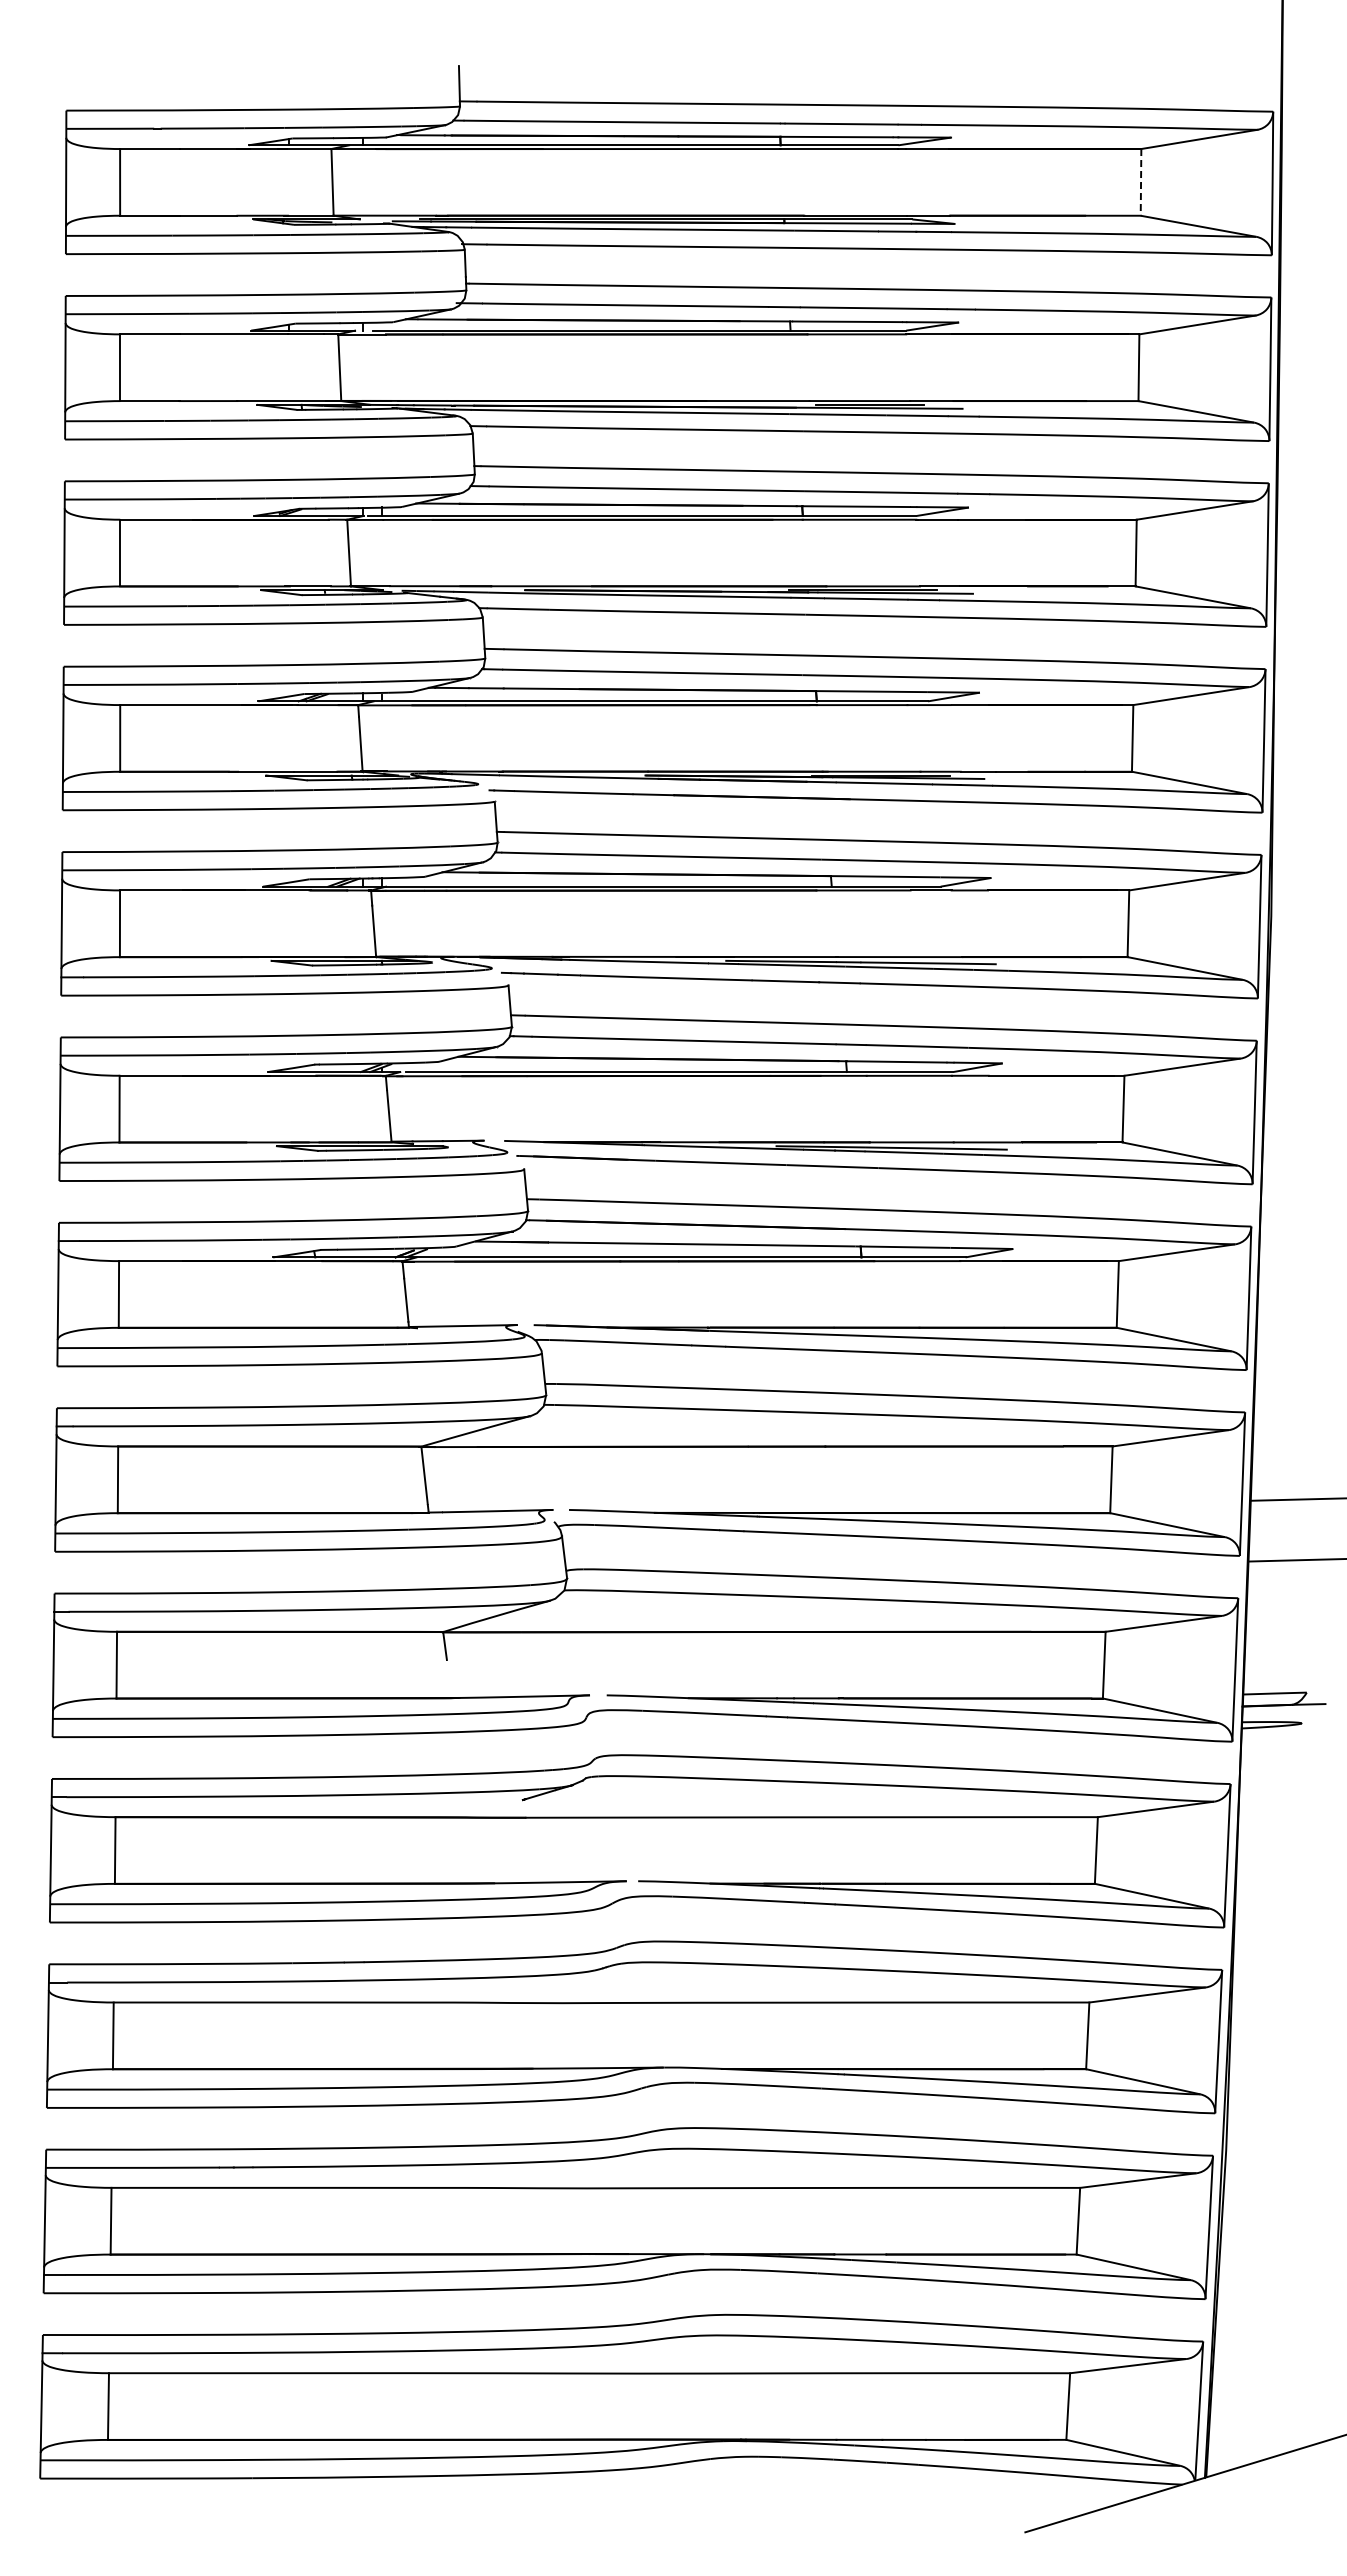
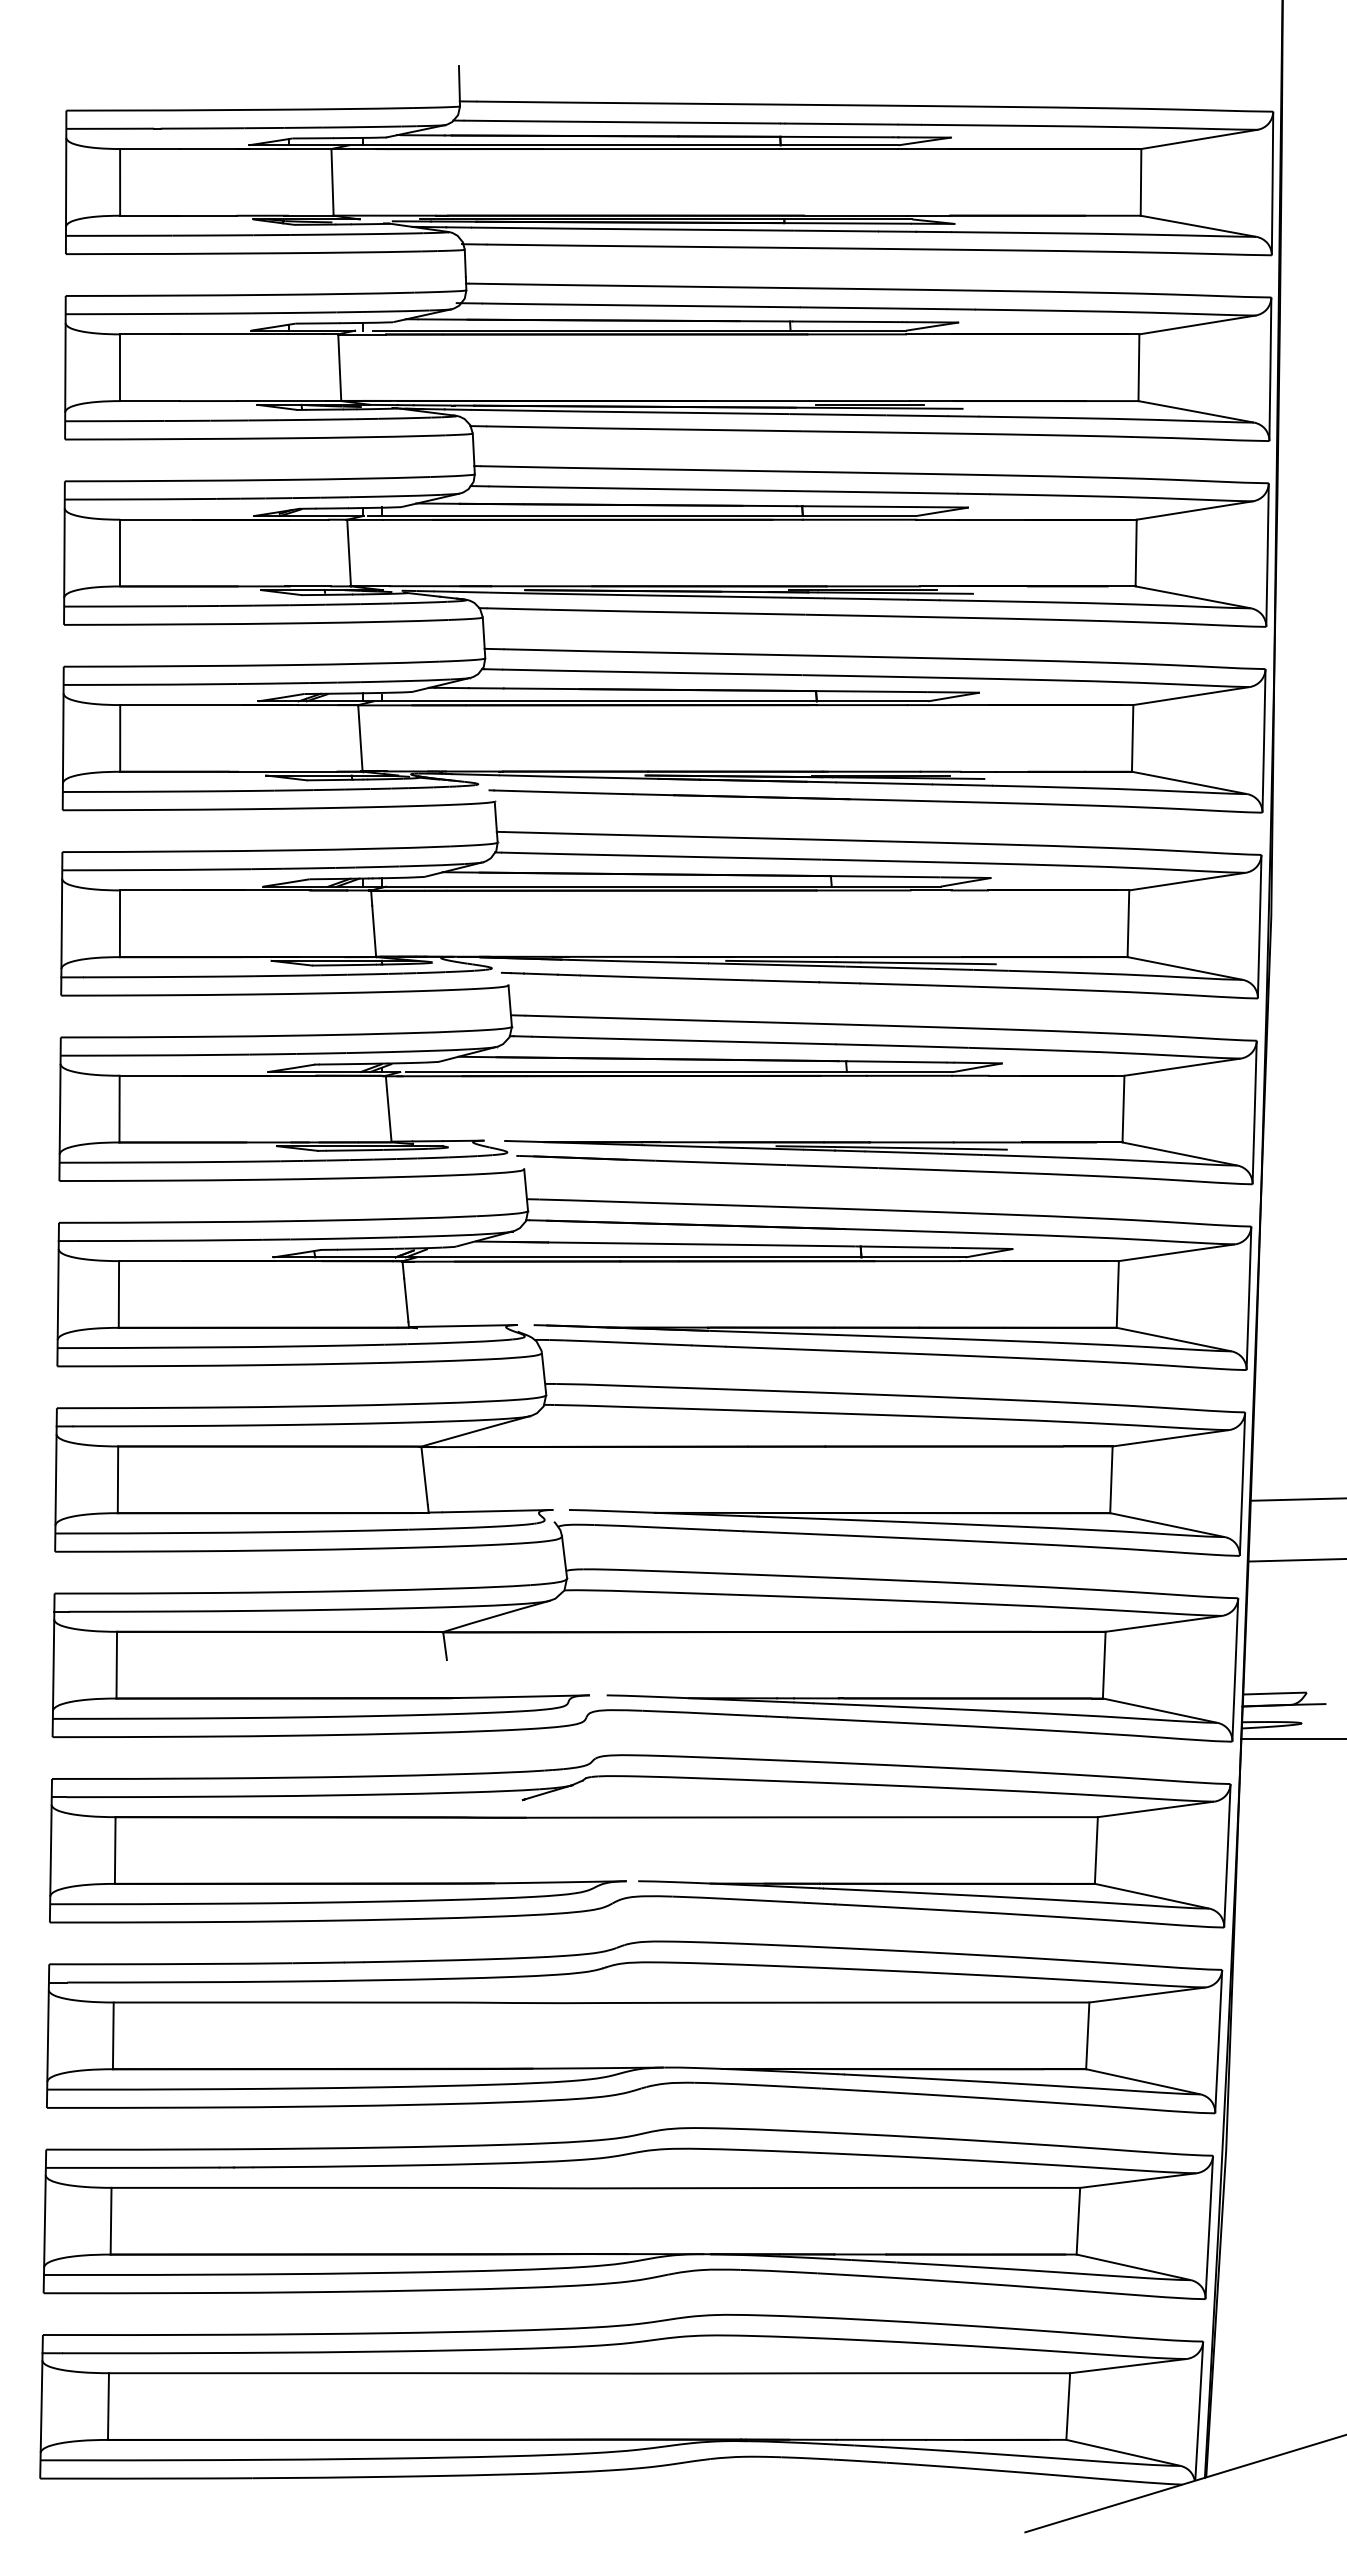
line at (1141, 182): dashed -> solid
line at (1292, 1739): none -> present
